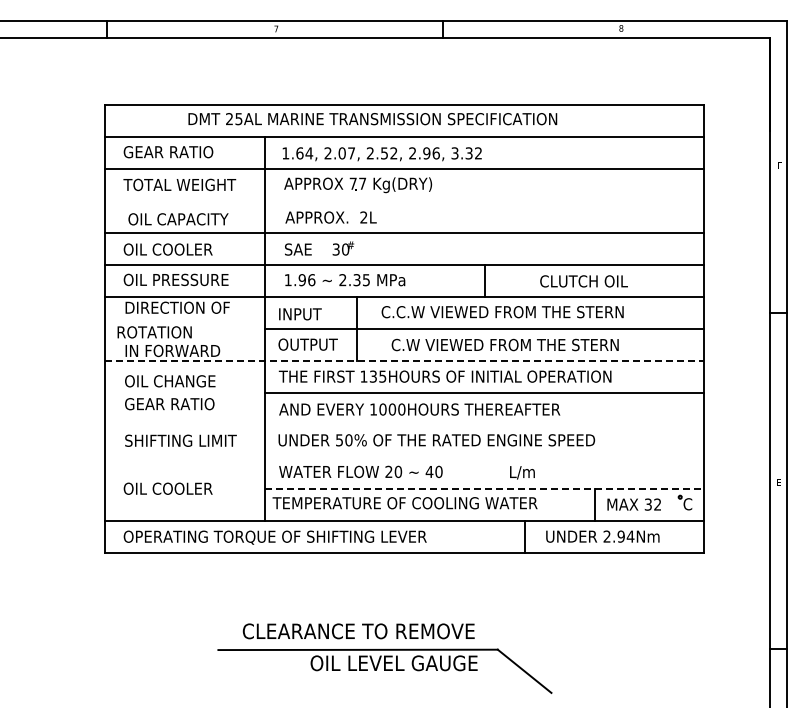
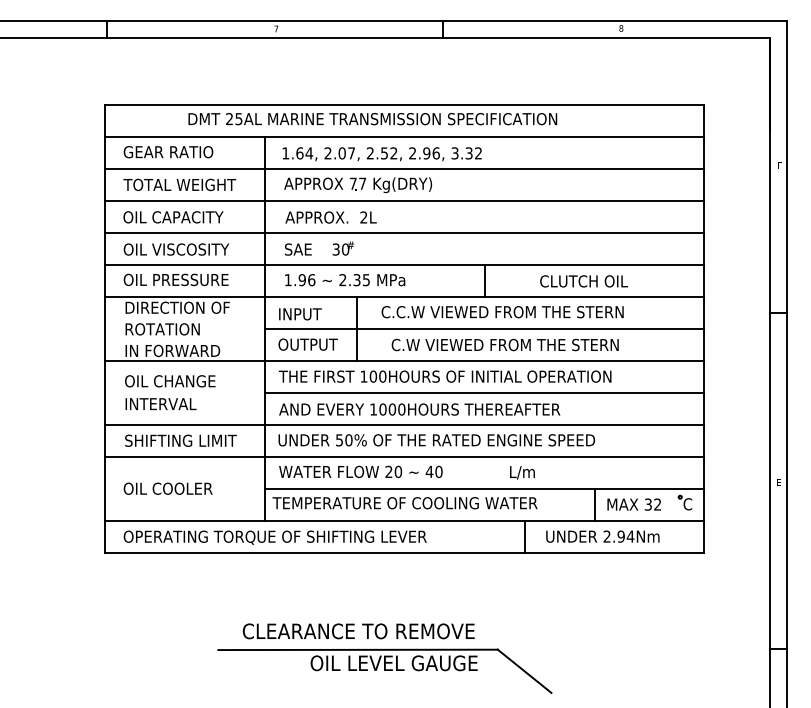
line at (404, 201): none -> present
text at (178, 219) position: (178, 219) -> (173, 217)
text at (190, 249): OIL COOLER -> OIL VISCOSITY
text at (154, 332) position: (154, 332) -> (162, 329)
line at (404, 360): dashed -> solid
text at (377, 376): 135HOURS -> 100HOURS
text at (169, 404): GEAR RATIO -> INTERVAL
line at (404, 424): none -> present
line at (404, 456): none -> present
line at (484, 488): dashed -> solid
